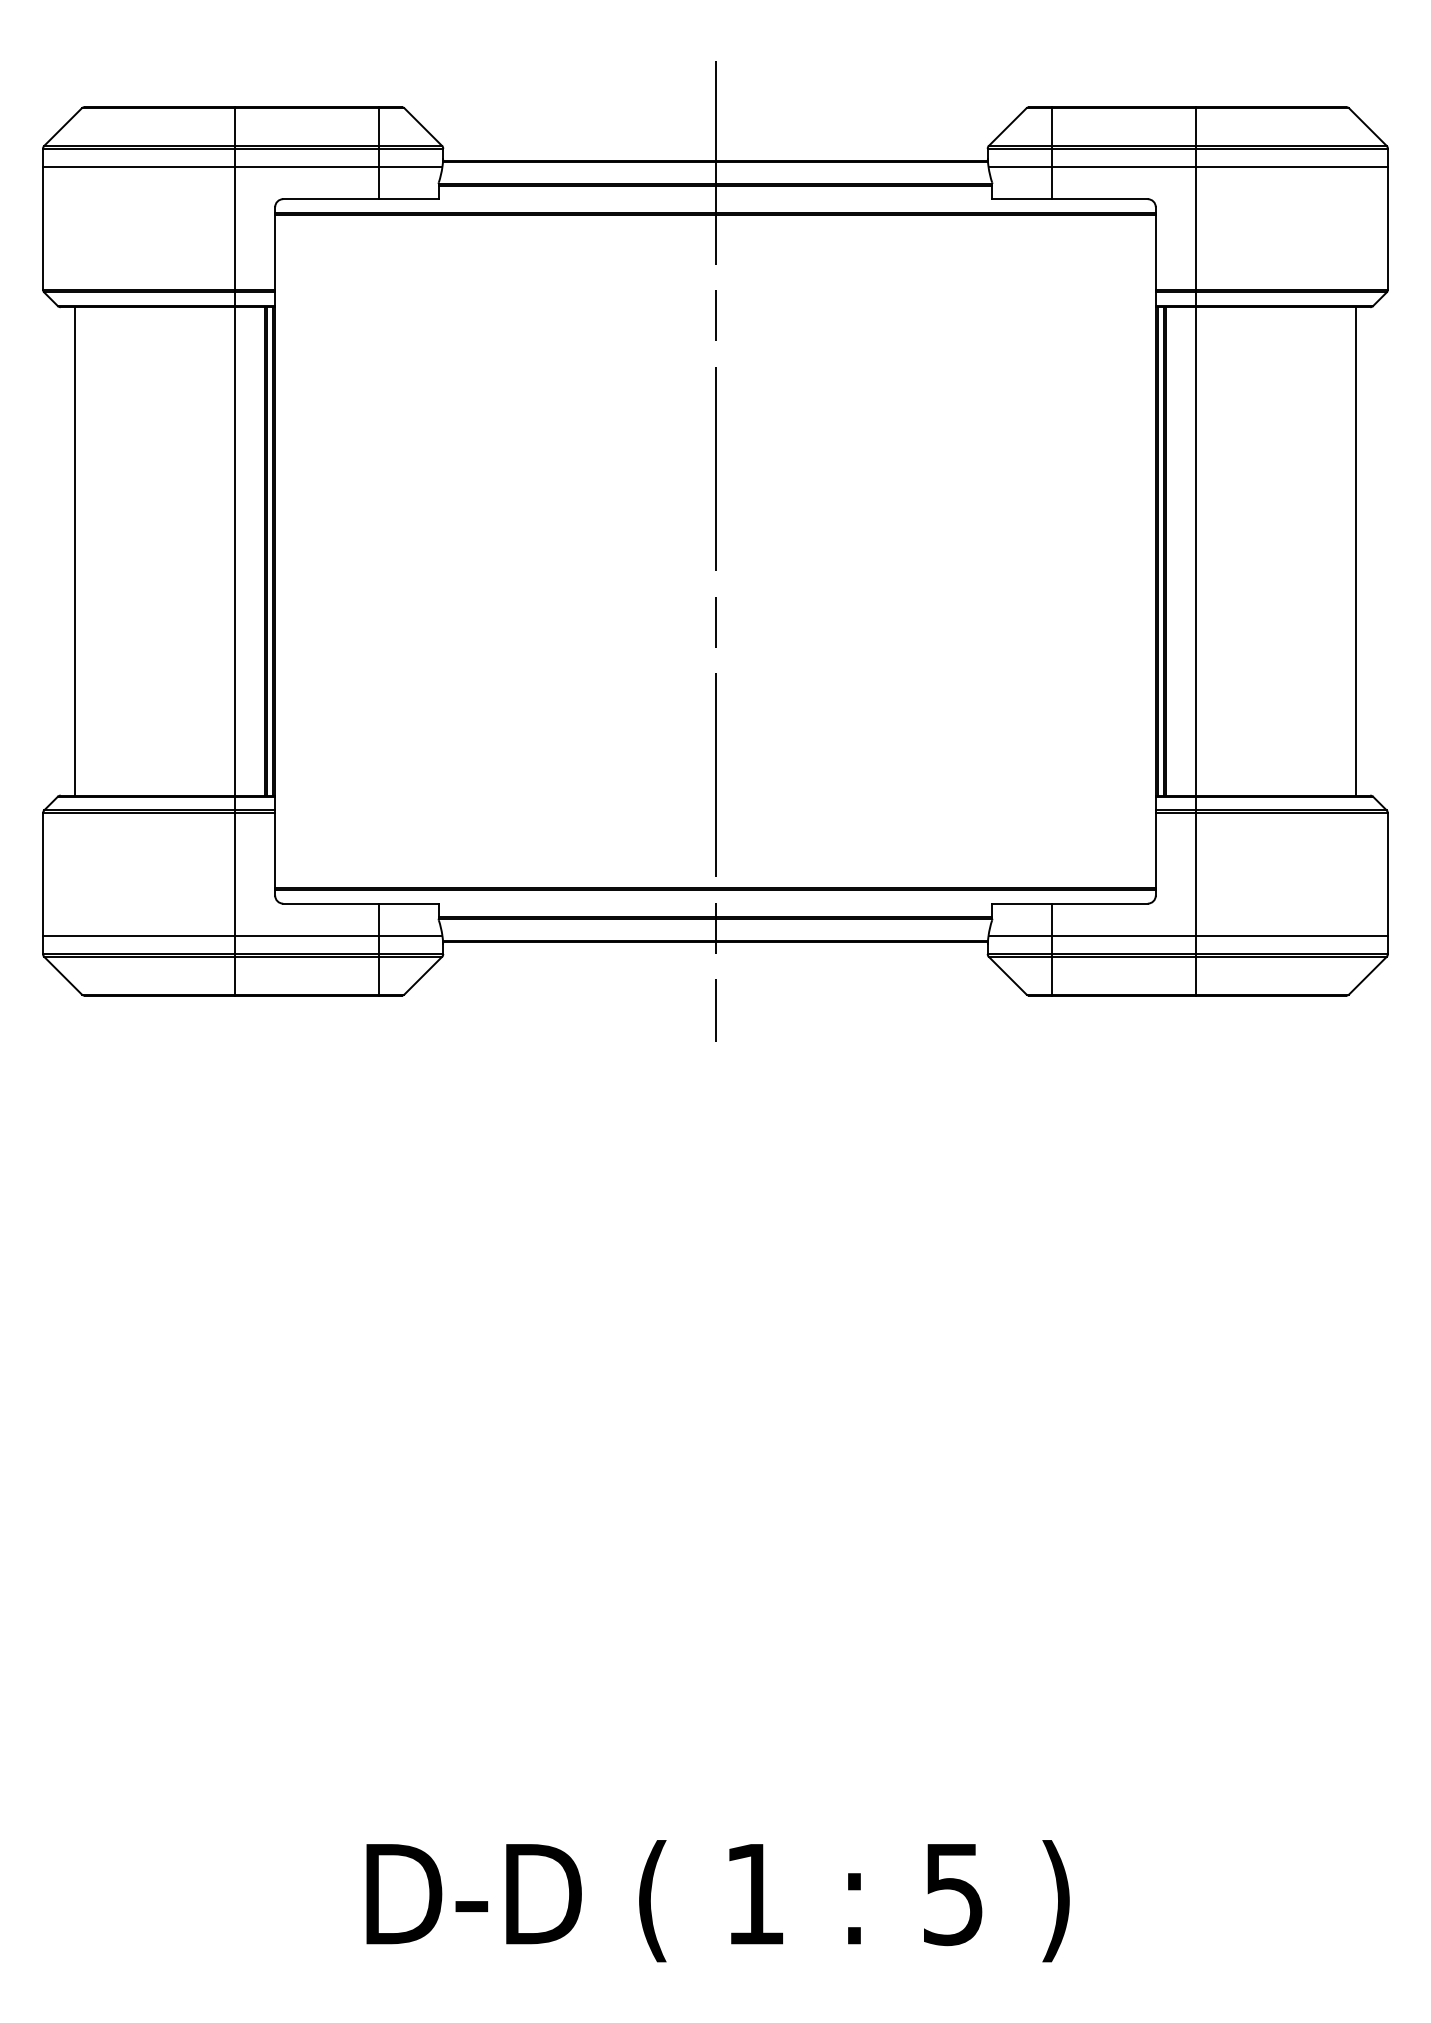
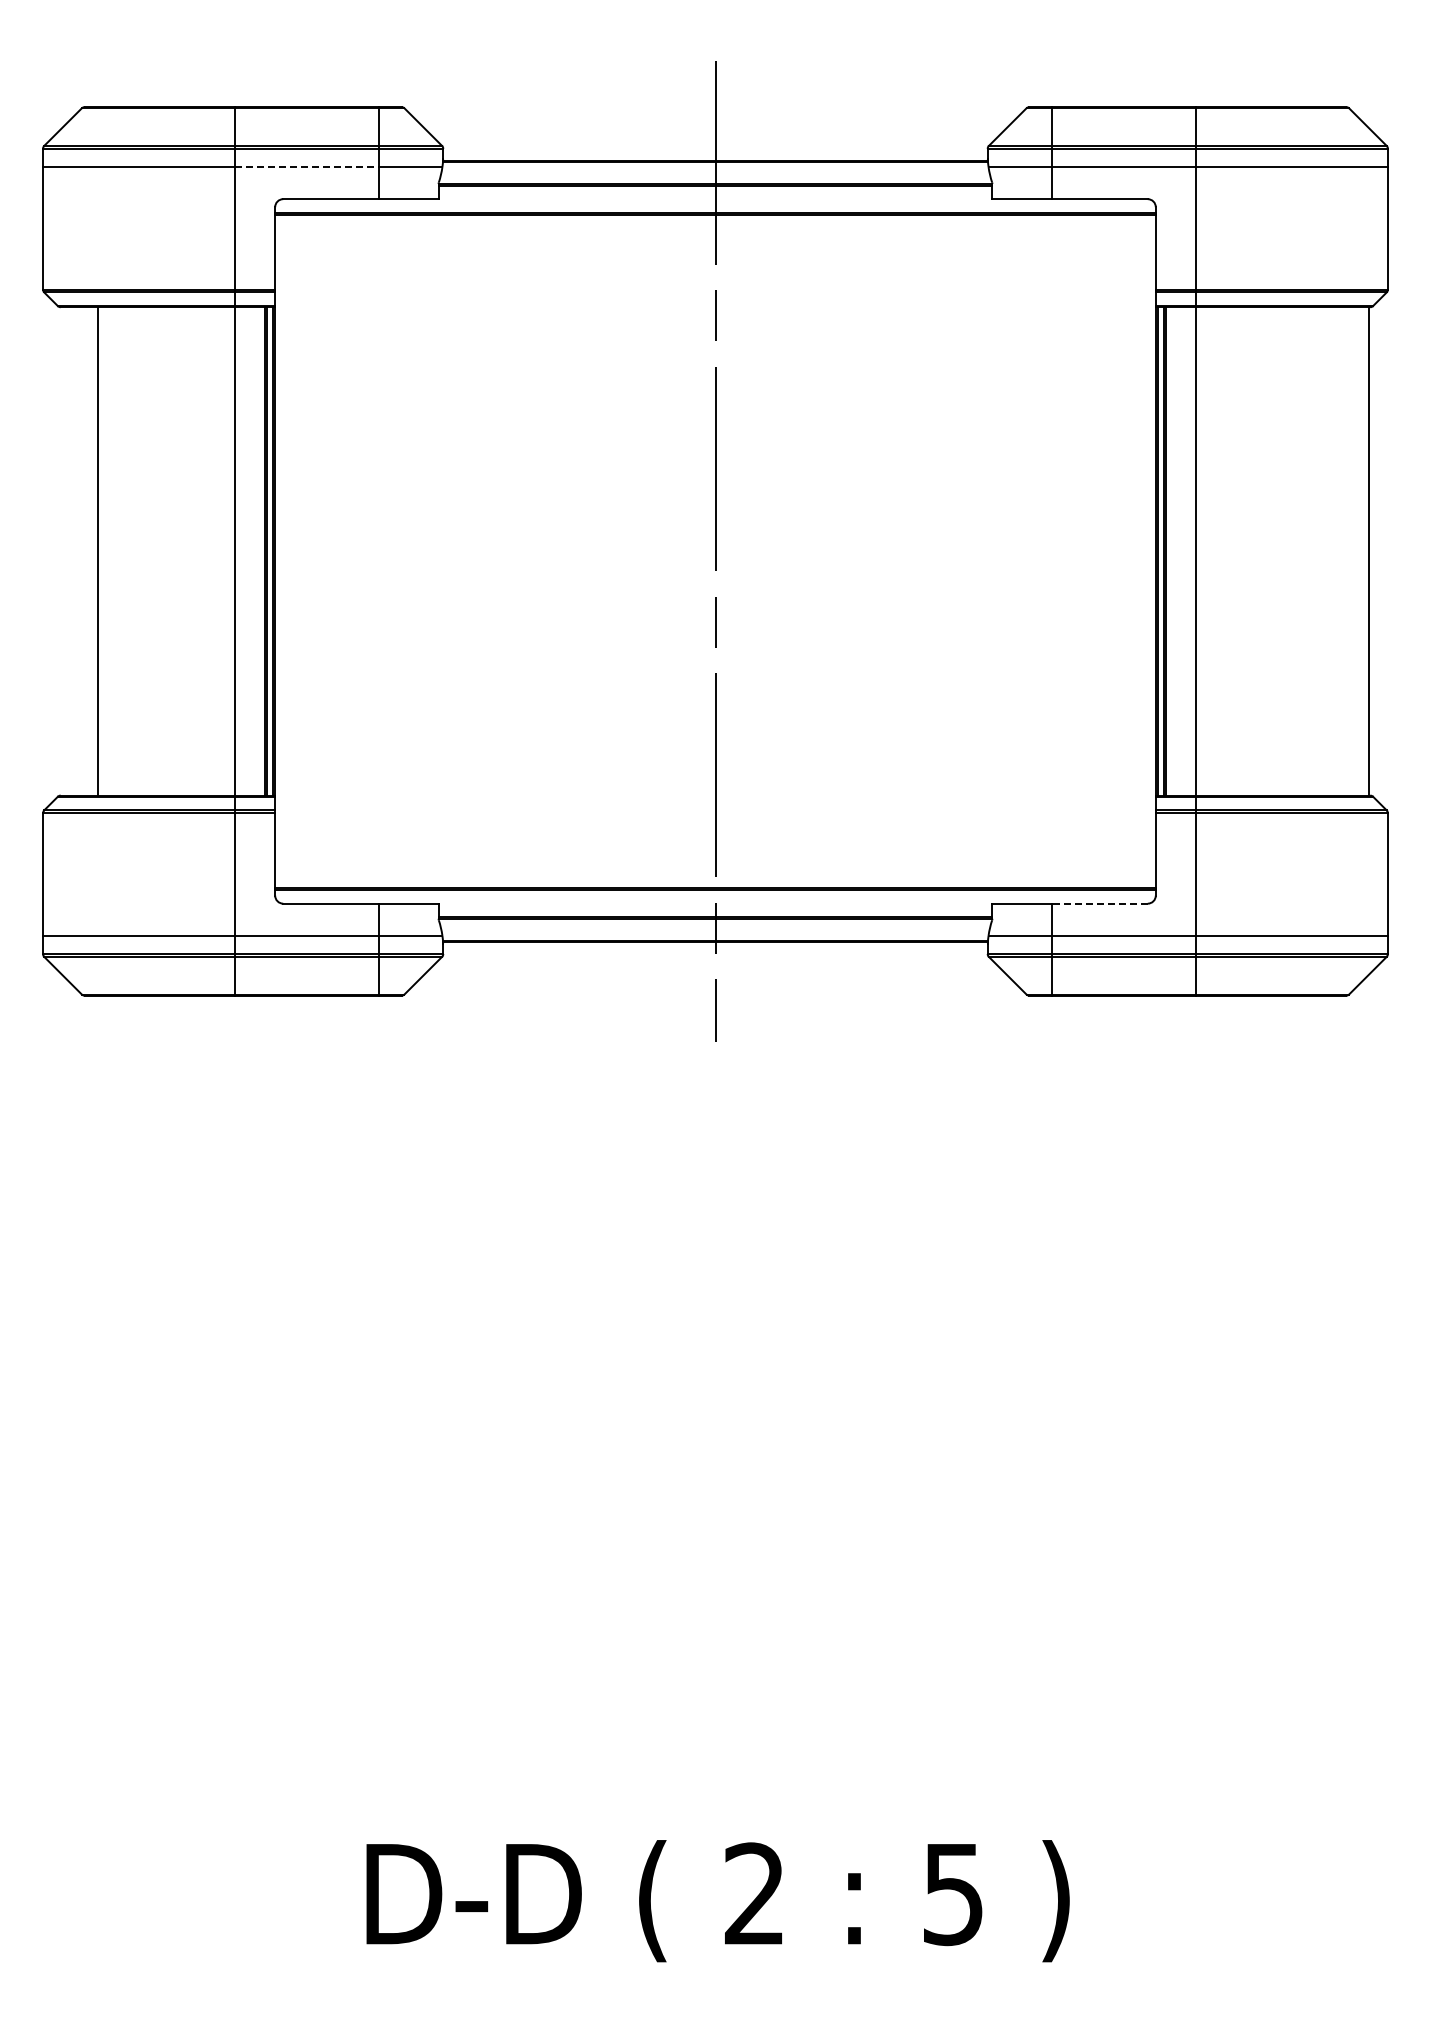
line at (307, 167): solid -> dashed
line at (75, 551) position: (75, 551) -> (98, 551)
line at (1355, 551) position: (1355, 551) -> (1368, 551)
line at (1099, 903): solid -> dashed
text at (754, 1893): 1 -> 2
